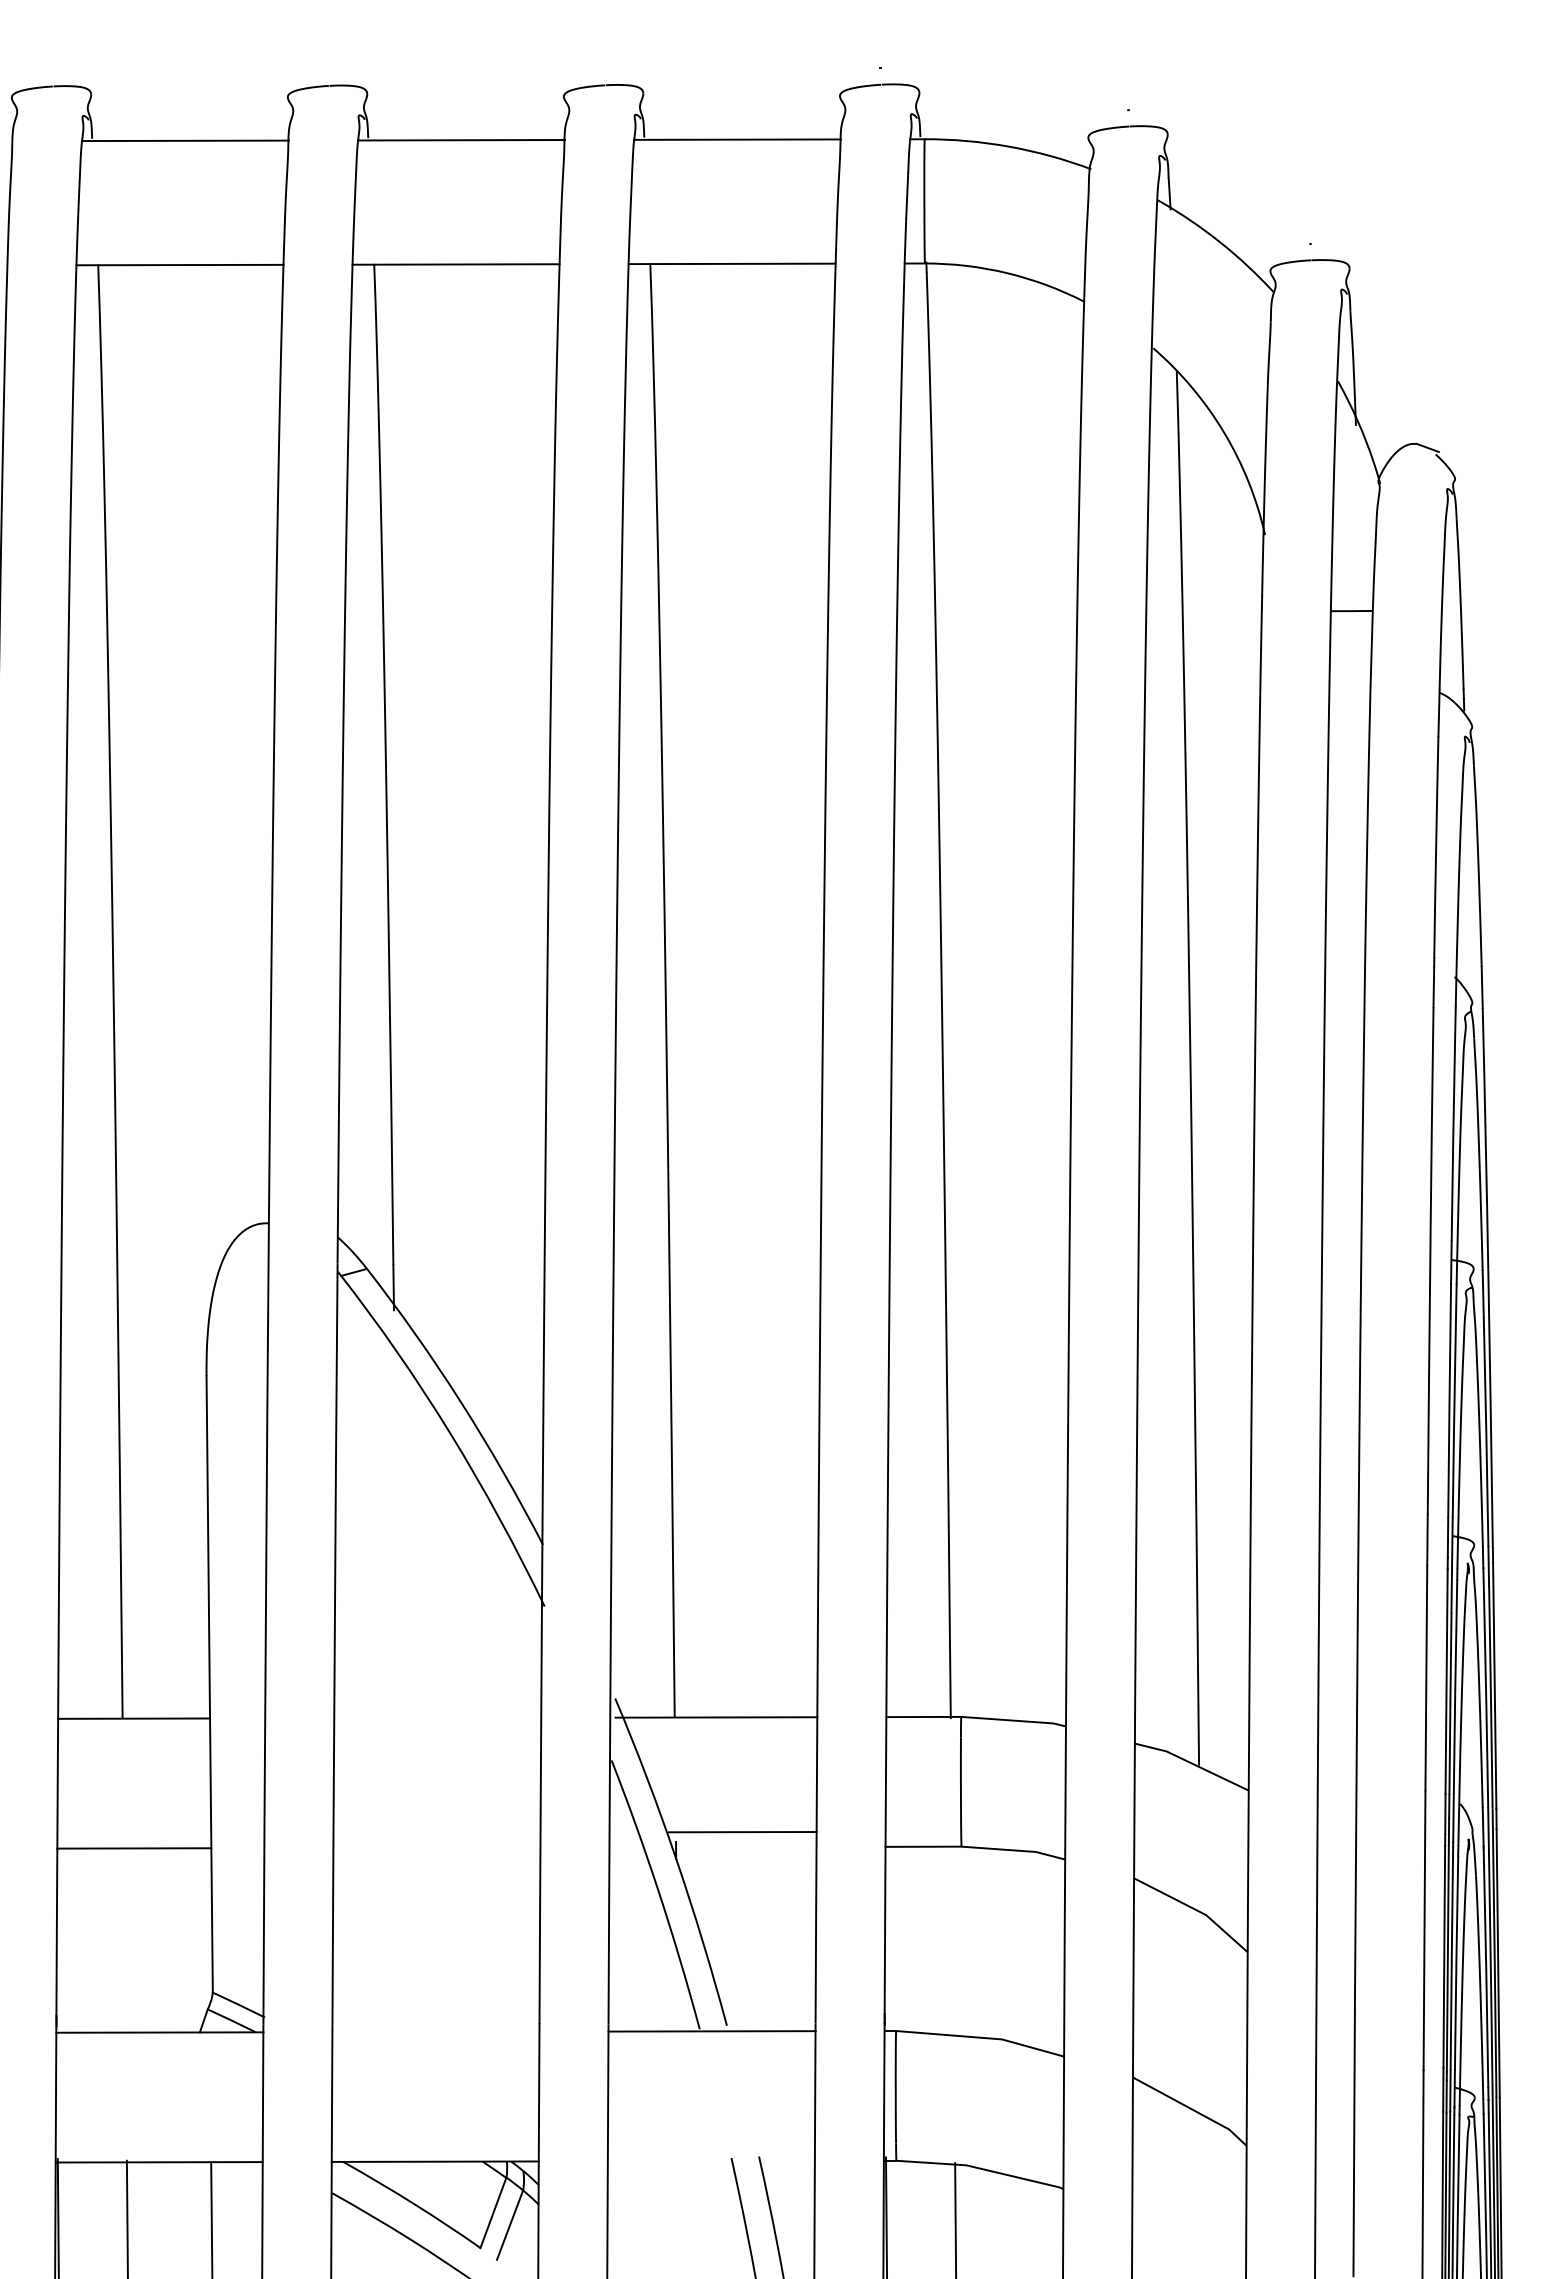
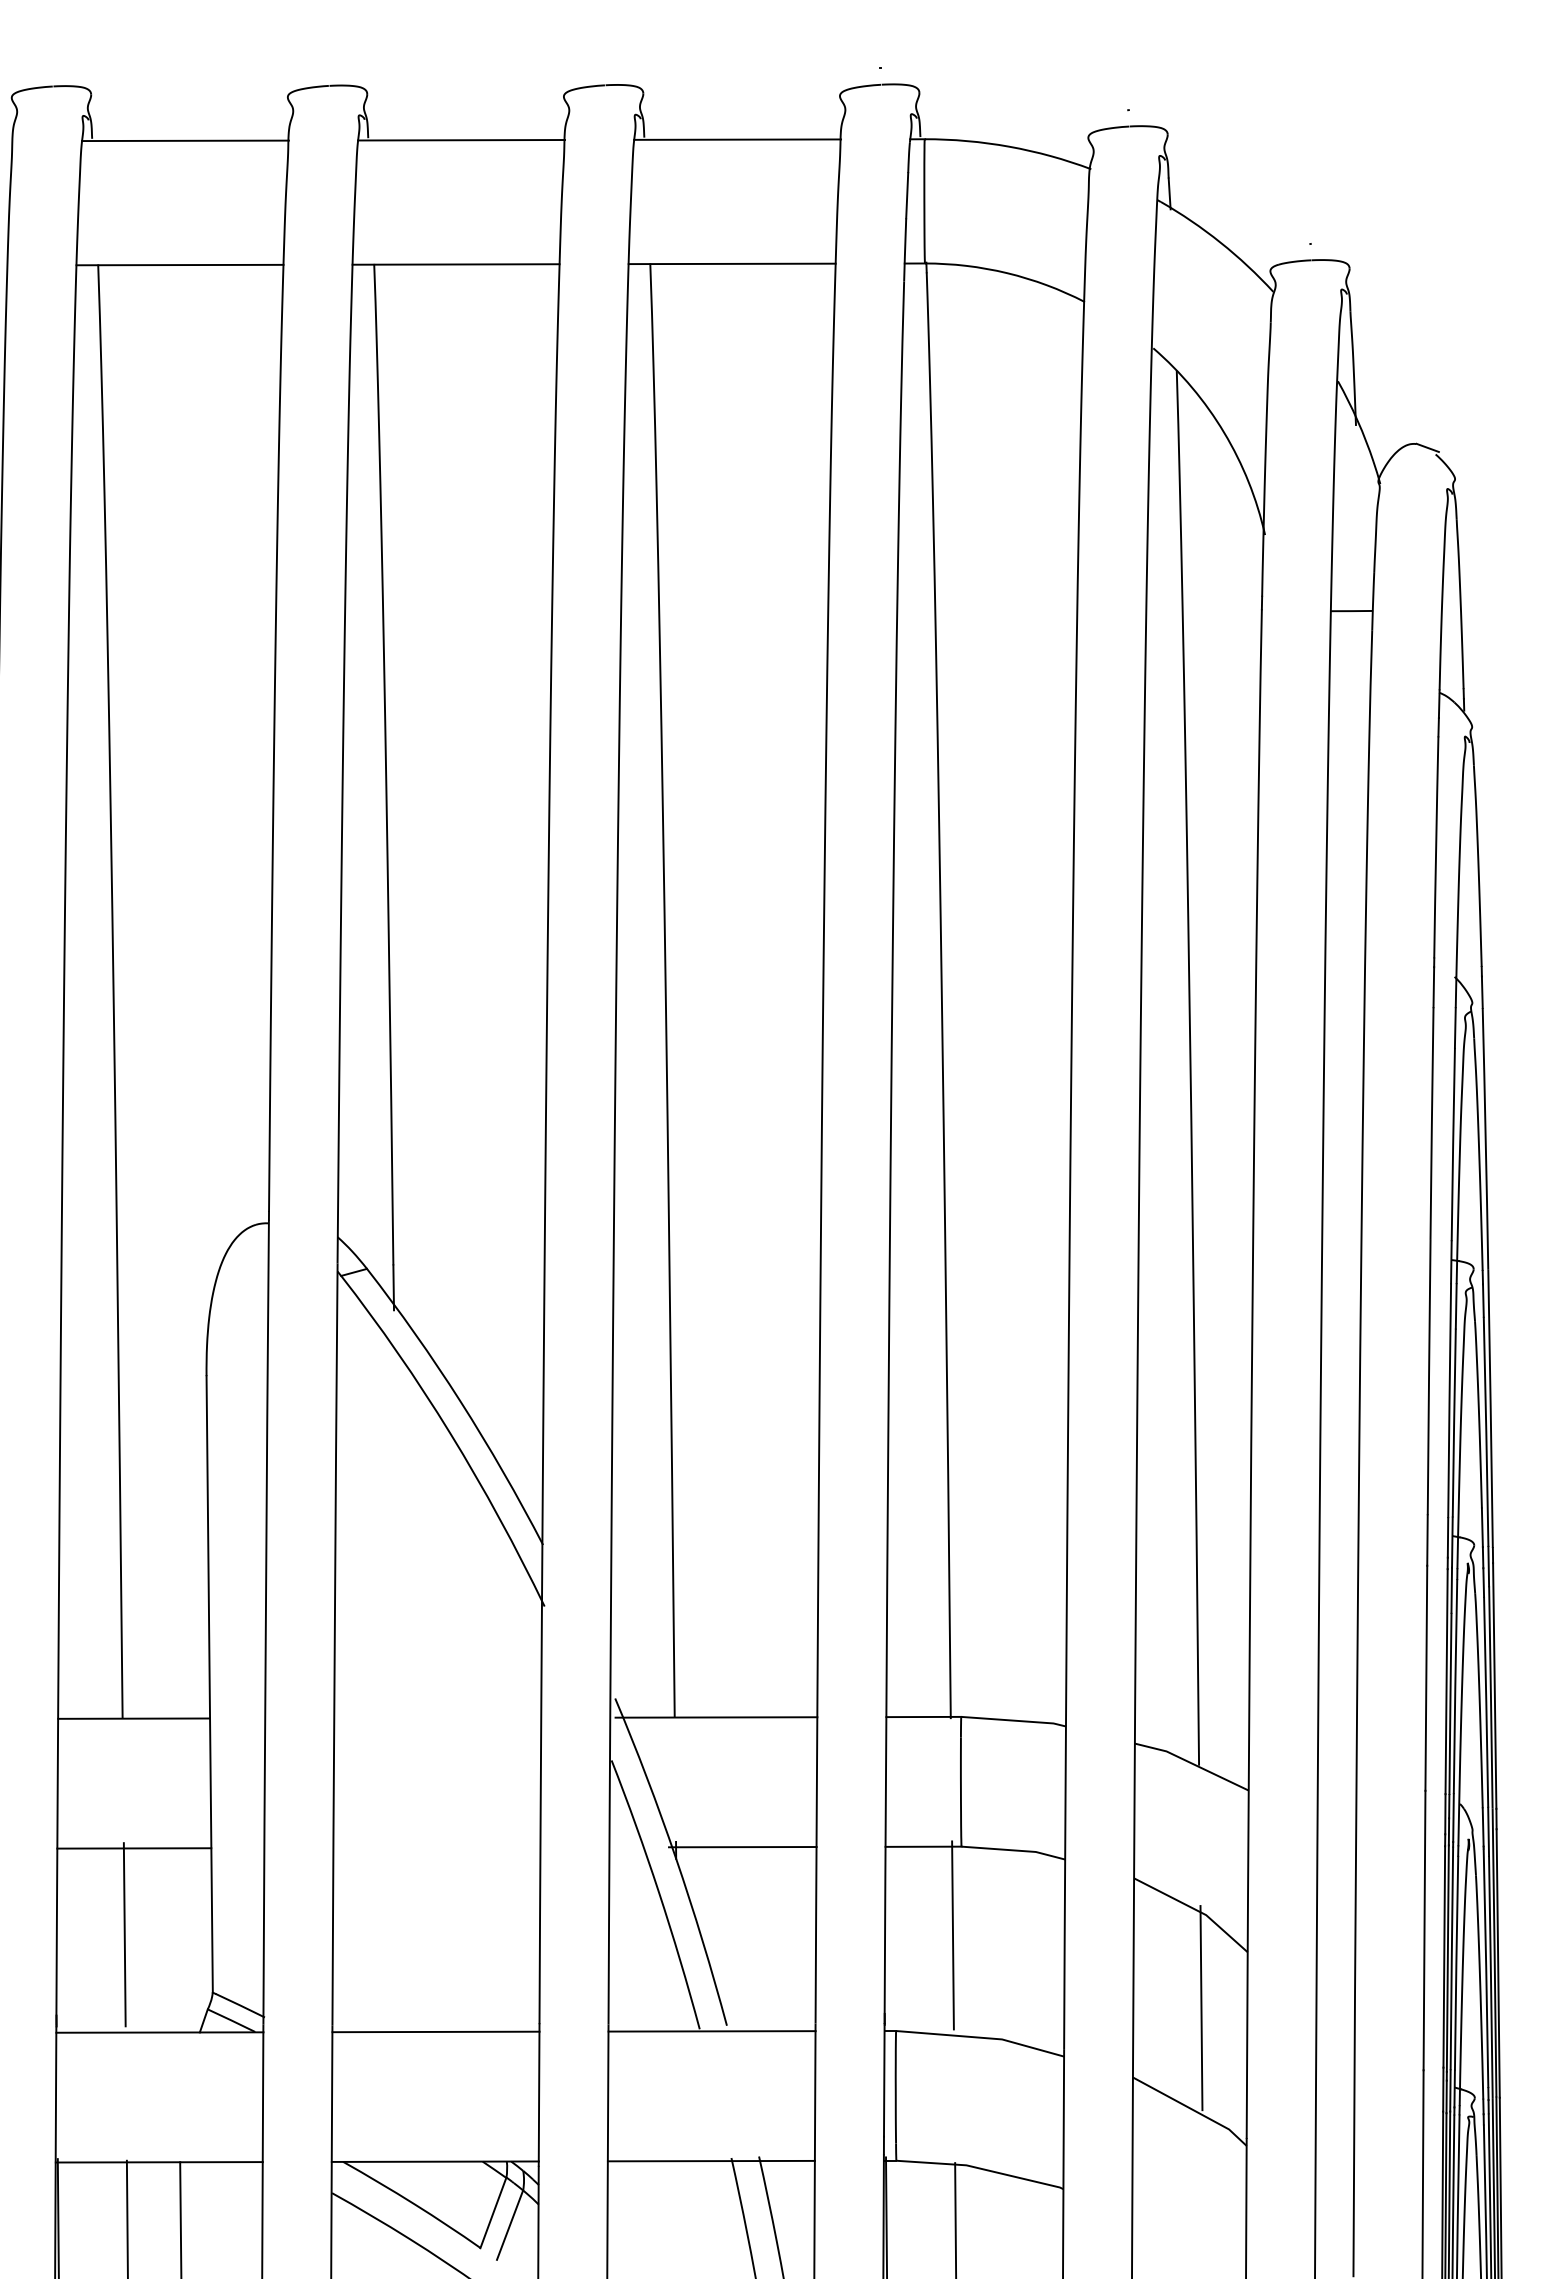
line at (742, 1832) position: (742, 1832) -> (742, 1847)
line at (124, 1934): none -> present
line at (952, 1935): none -> present
line at (1201, 2008): none -> present
line at (435, 2031): none -> present
line at (710, 2160): none -> present
line at (211, 2218) position: (211, 2218) -> (180, 2218)
